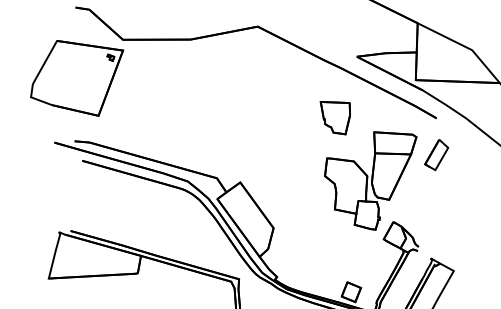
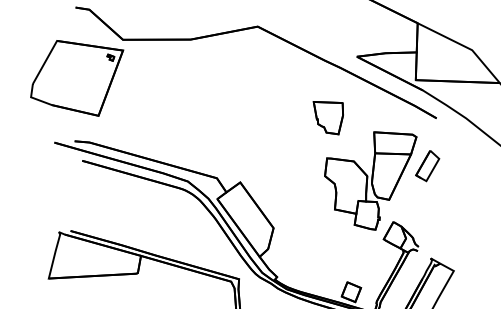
part at (334, 118) position: (334, 118) -> (327, 118)
part at (436, 155) position: (436, 155) -> (427, 166)
